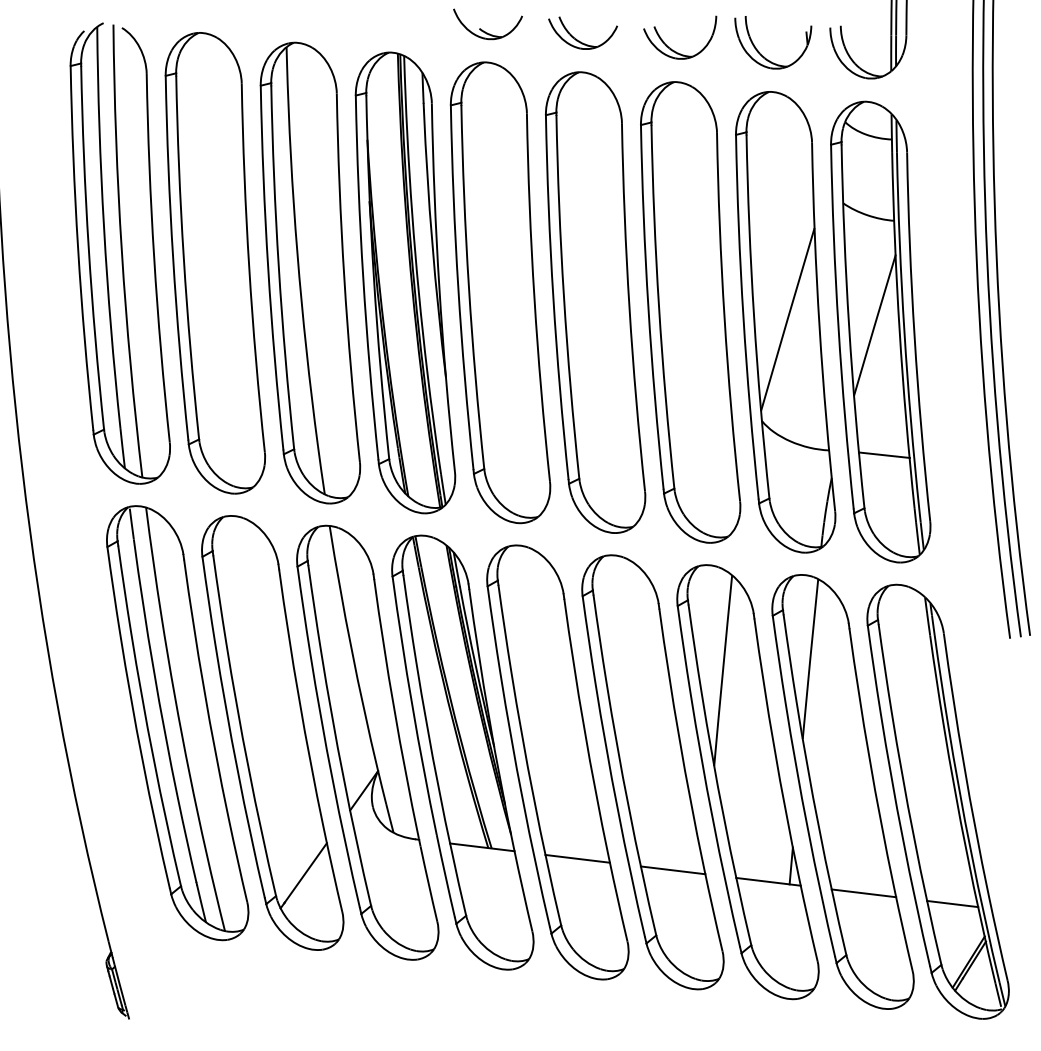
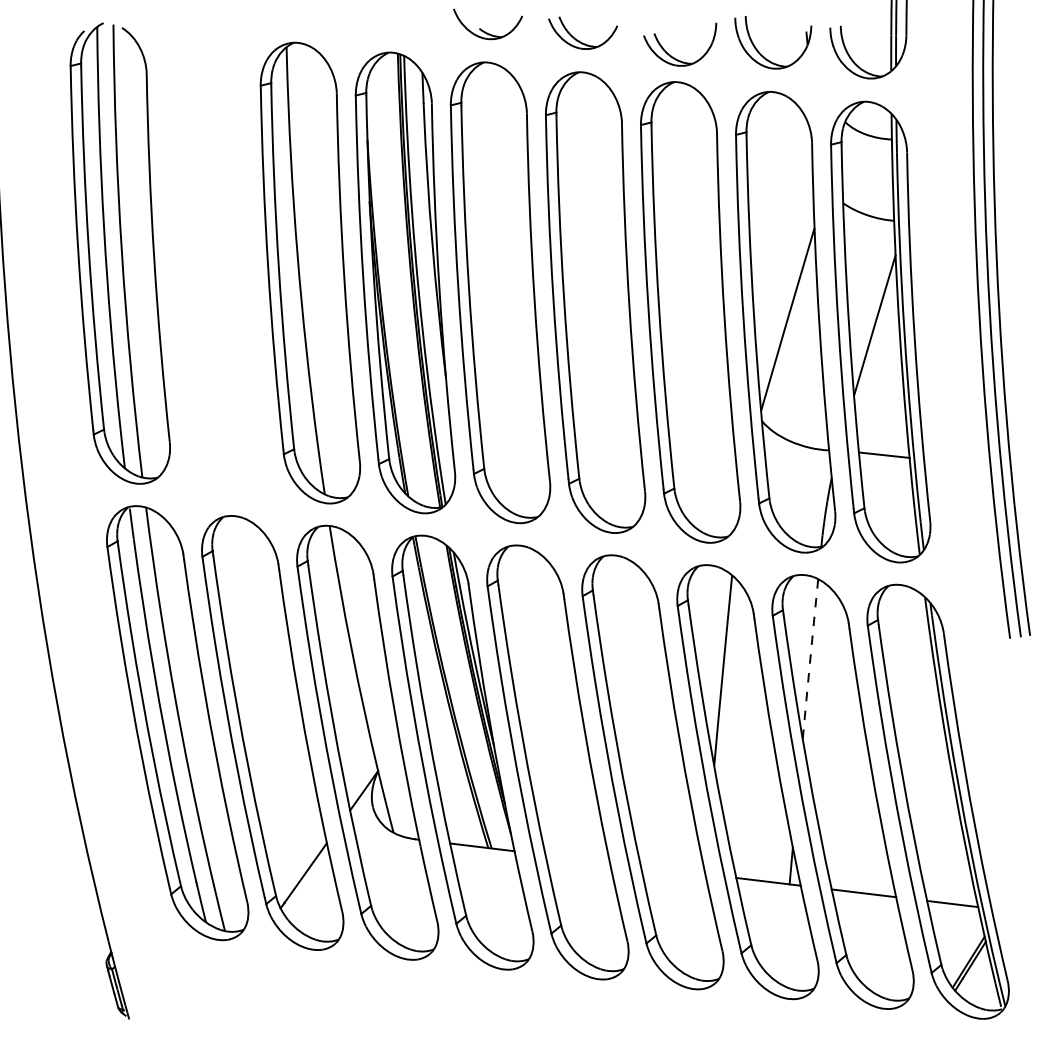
part at (670, 47) position: (670, 47) -> (670, 54)
part at (214, 263): present -> none
arc at (810, 659): solid -> dashed
line at (577, 858): present -> none
line at (672, 870): present -> none
